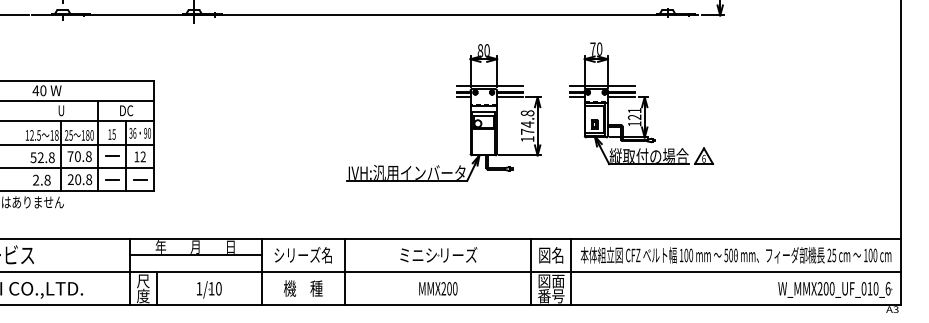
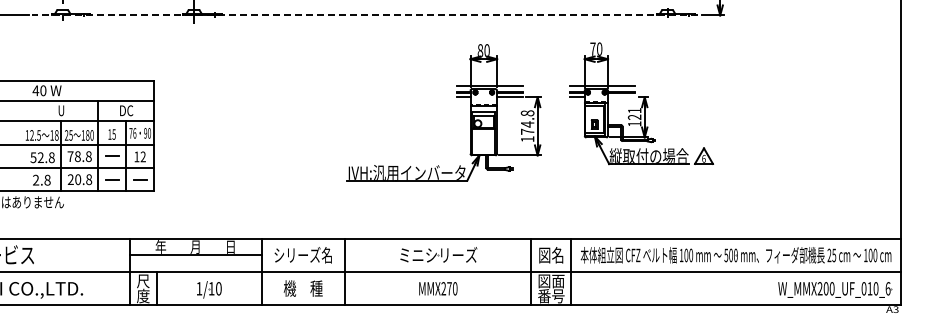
line at (364, 15): solid -> dashed
line at (621, 97): present -> none
text at (130, 133): 36 -> 76
text at (77, 156): 70.8 -> 78.8
text at (449, 288): MMX200 -> MMX270
